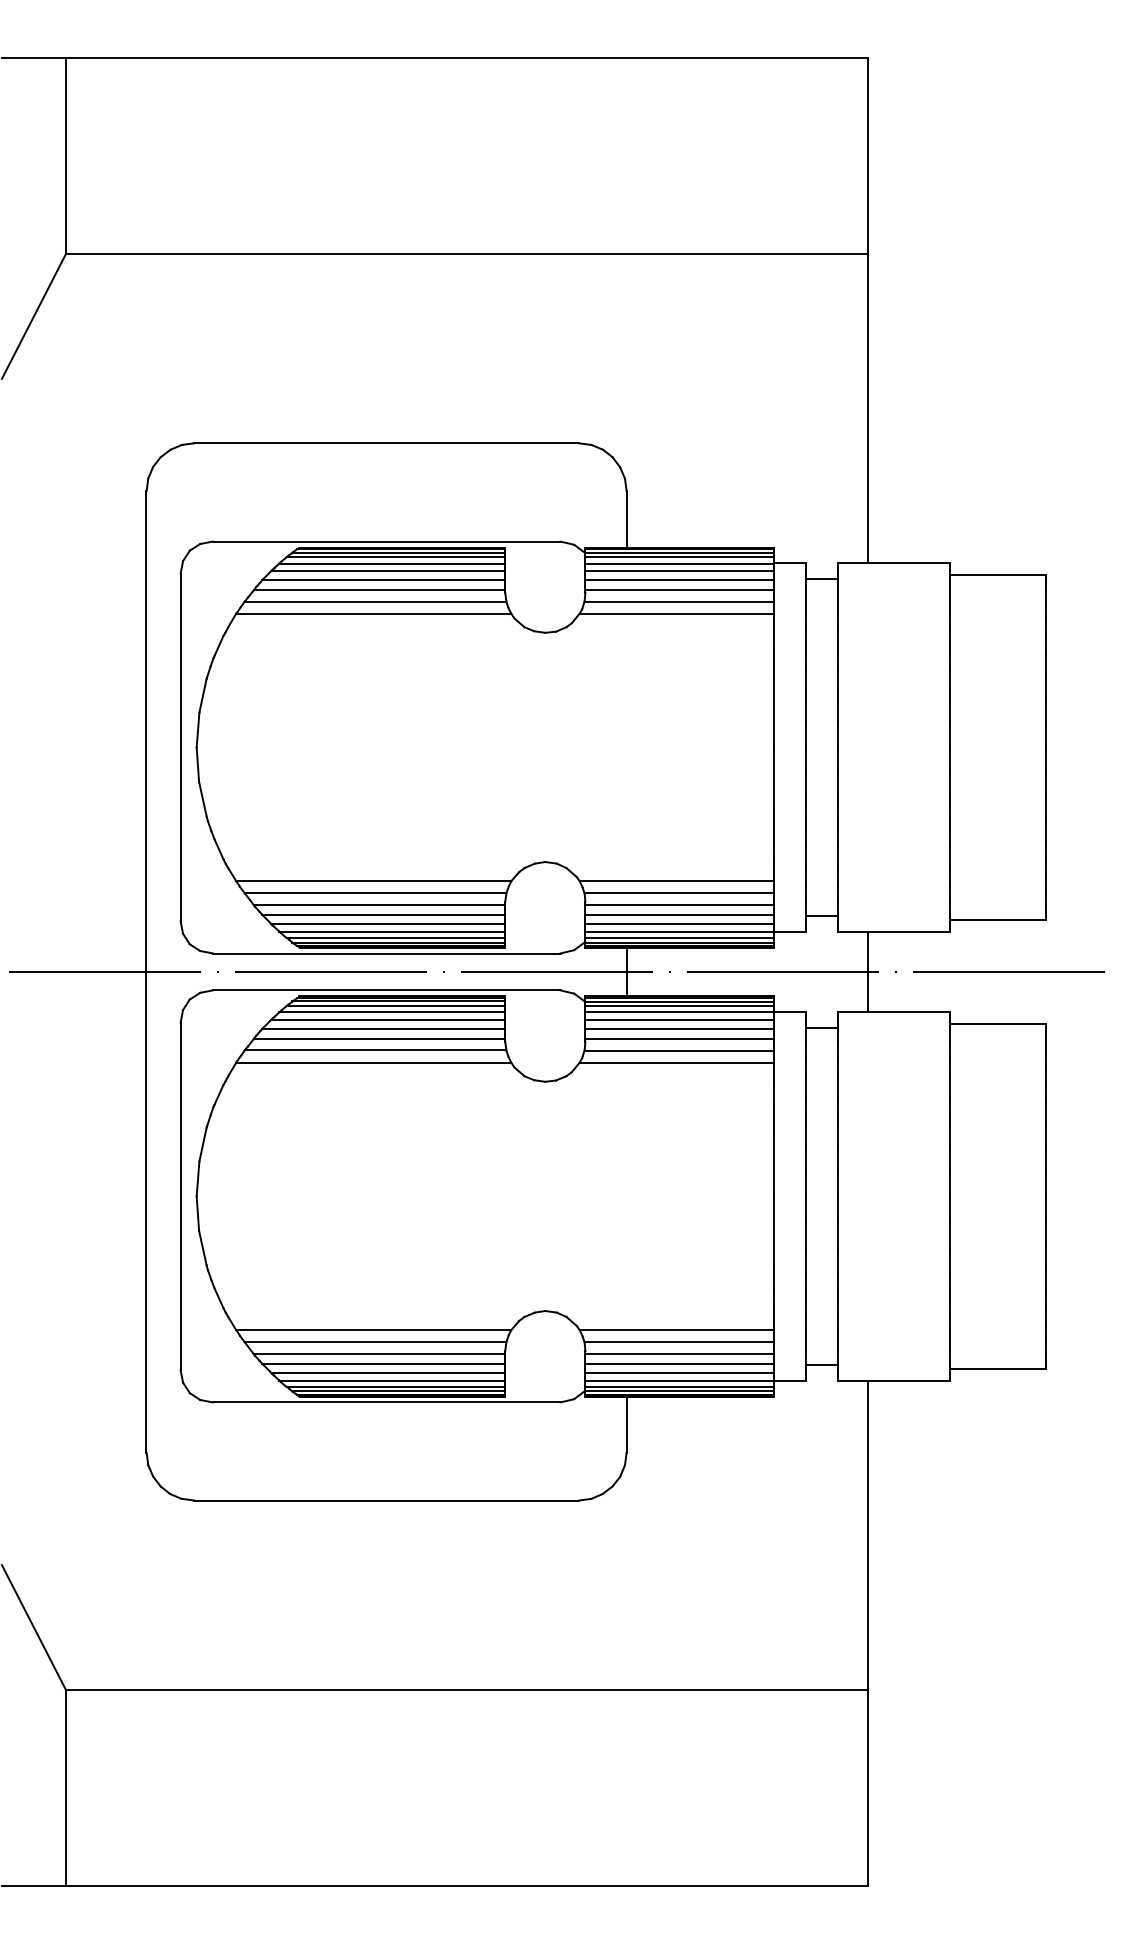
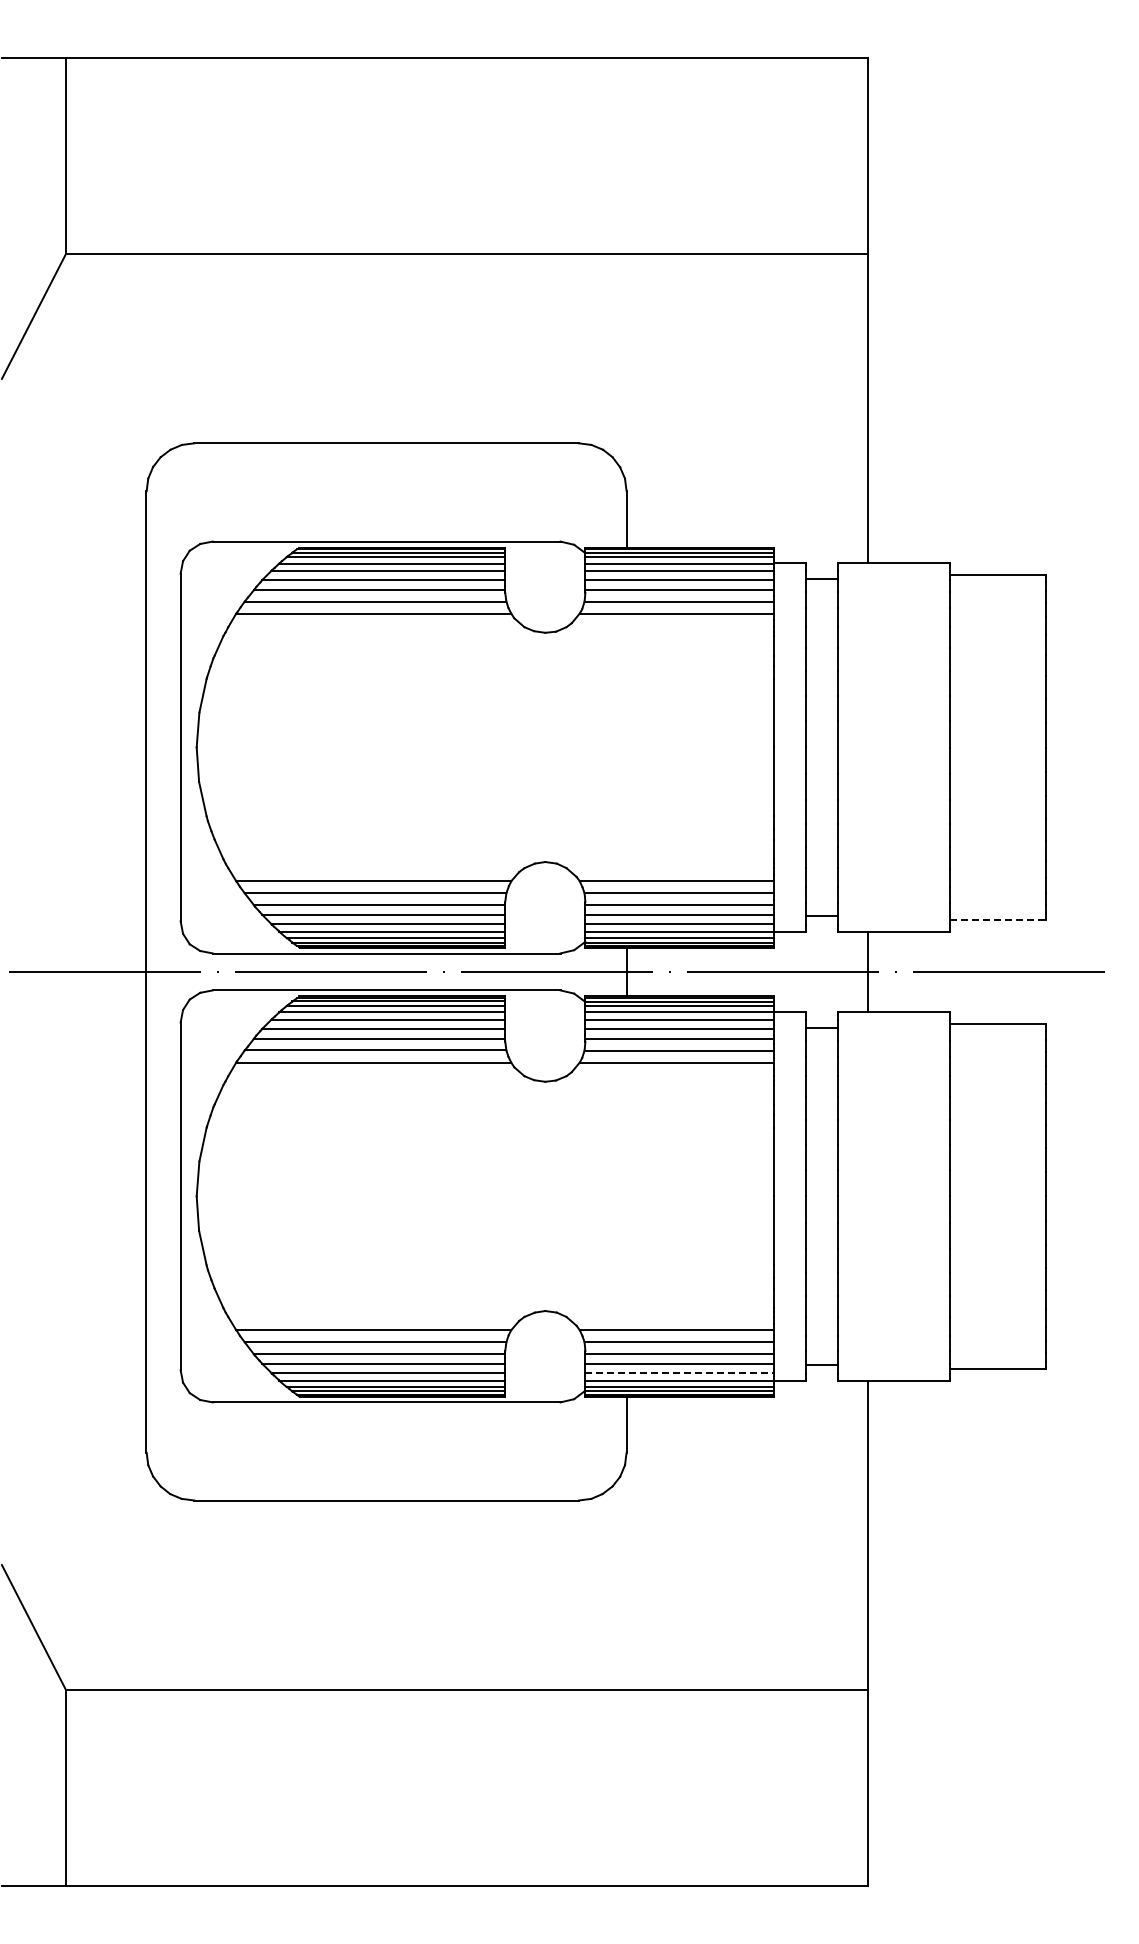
line at (998, 919): solid -> dashed
line at (680, 1373): solid -> dashed
